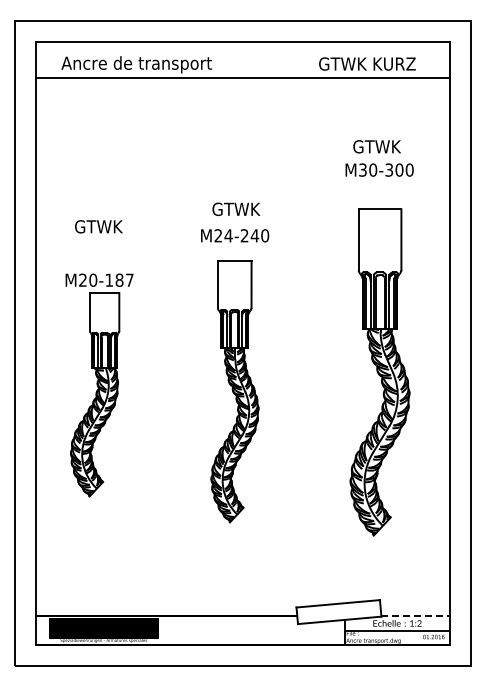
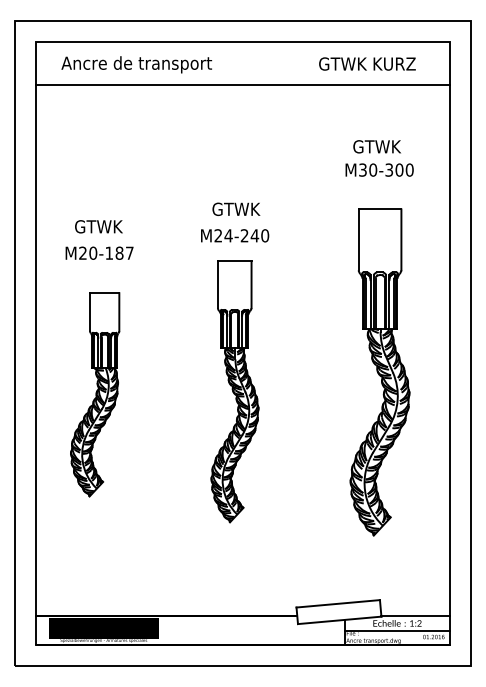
line at (242, 78) position: (242, 78) -> (242, 85)
text at (99, 279) position: (99, 279) -> (99, 252)
line at (415, 616): dashed -> solid
